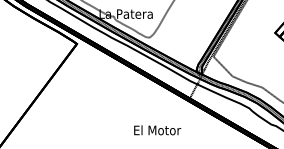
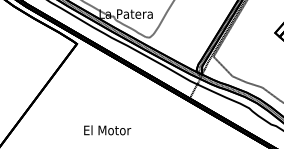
text at (157, 130) position: (157, 130) -> (107, 130)
